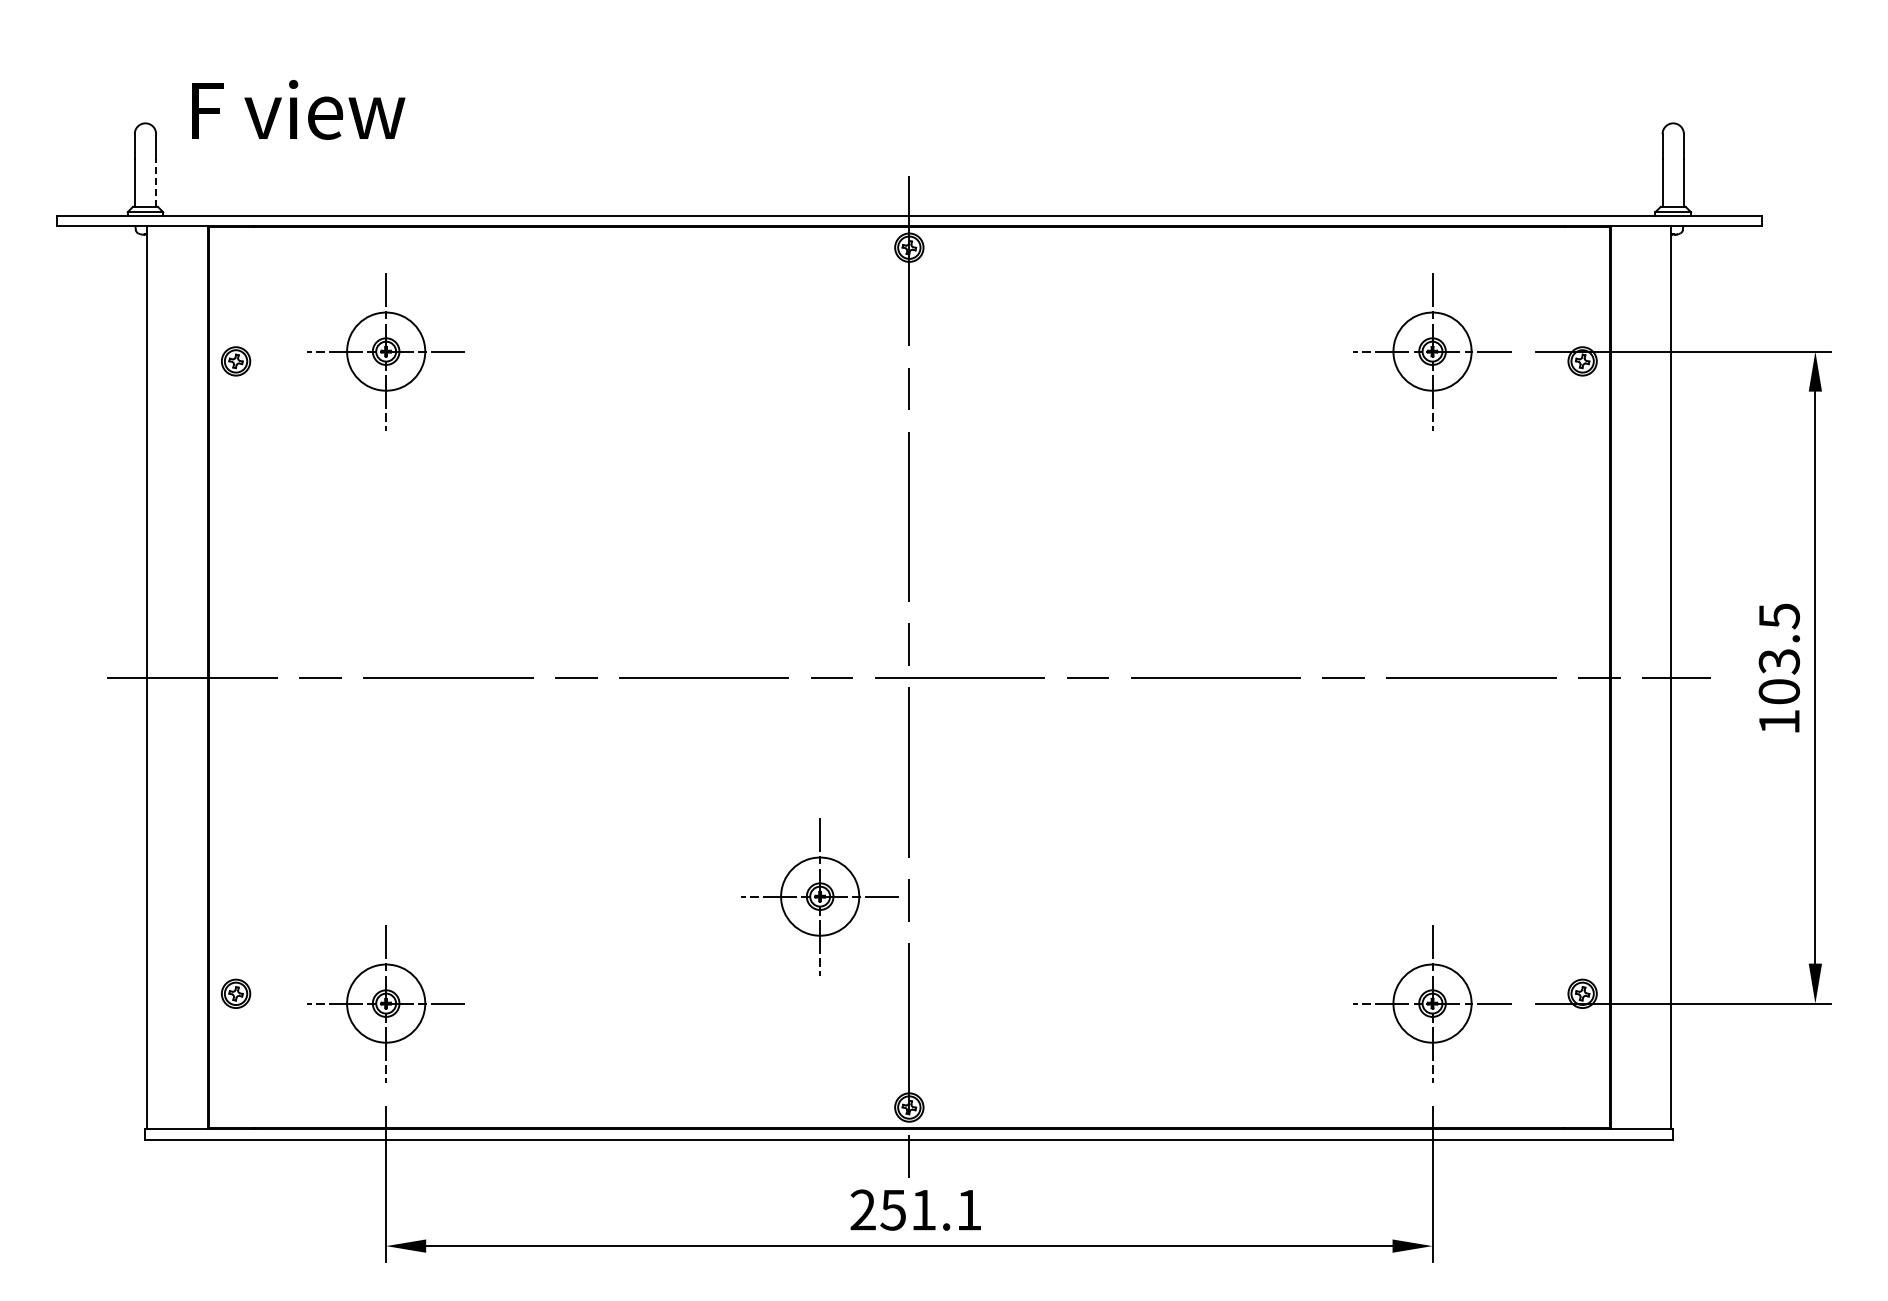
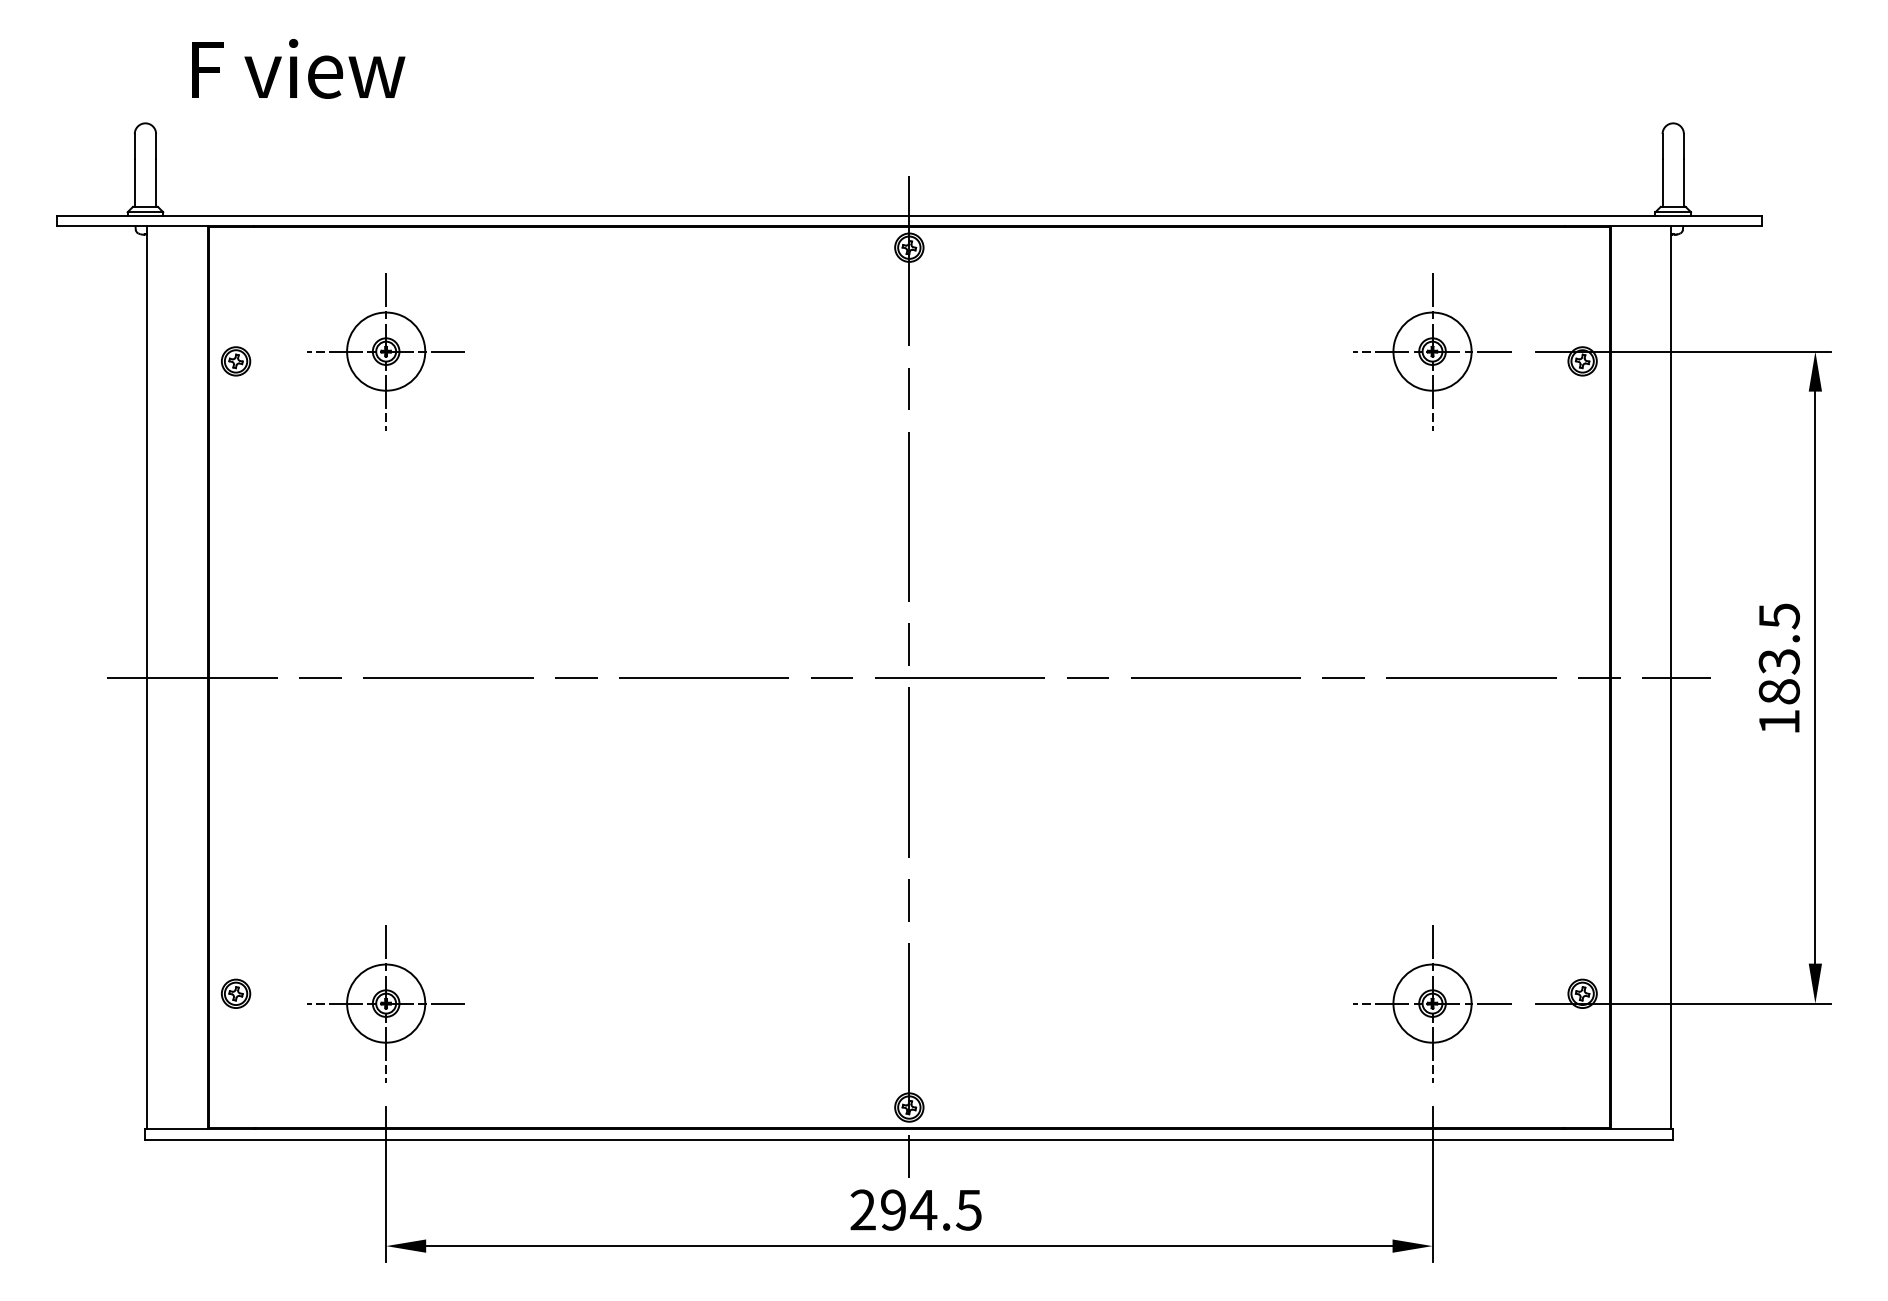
text at (298, 109) position: (298, 109) -> (298, 68)
line at (156, 182): dashed -> solid
text at (1778, 691): 103.5 -> 183.5
part at (819, 896): present -> none
text at (930, 1209): 251.1 -> 294.5
